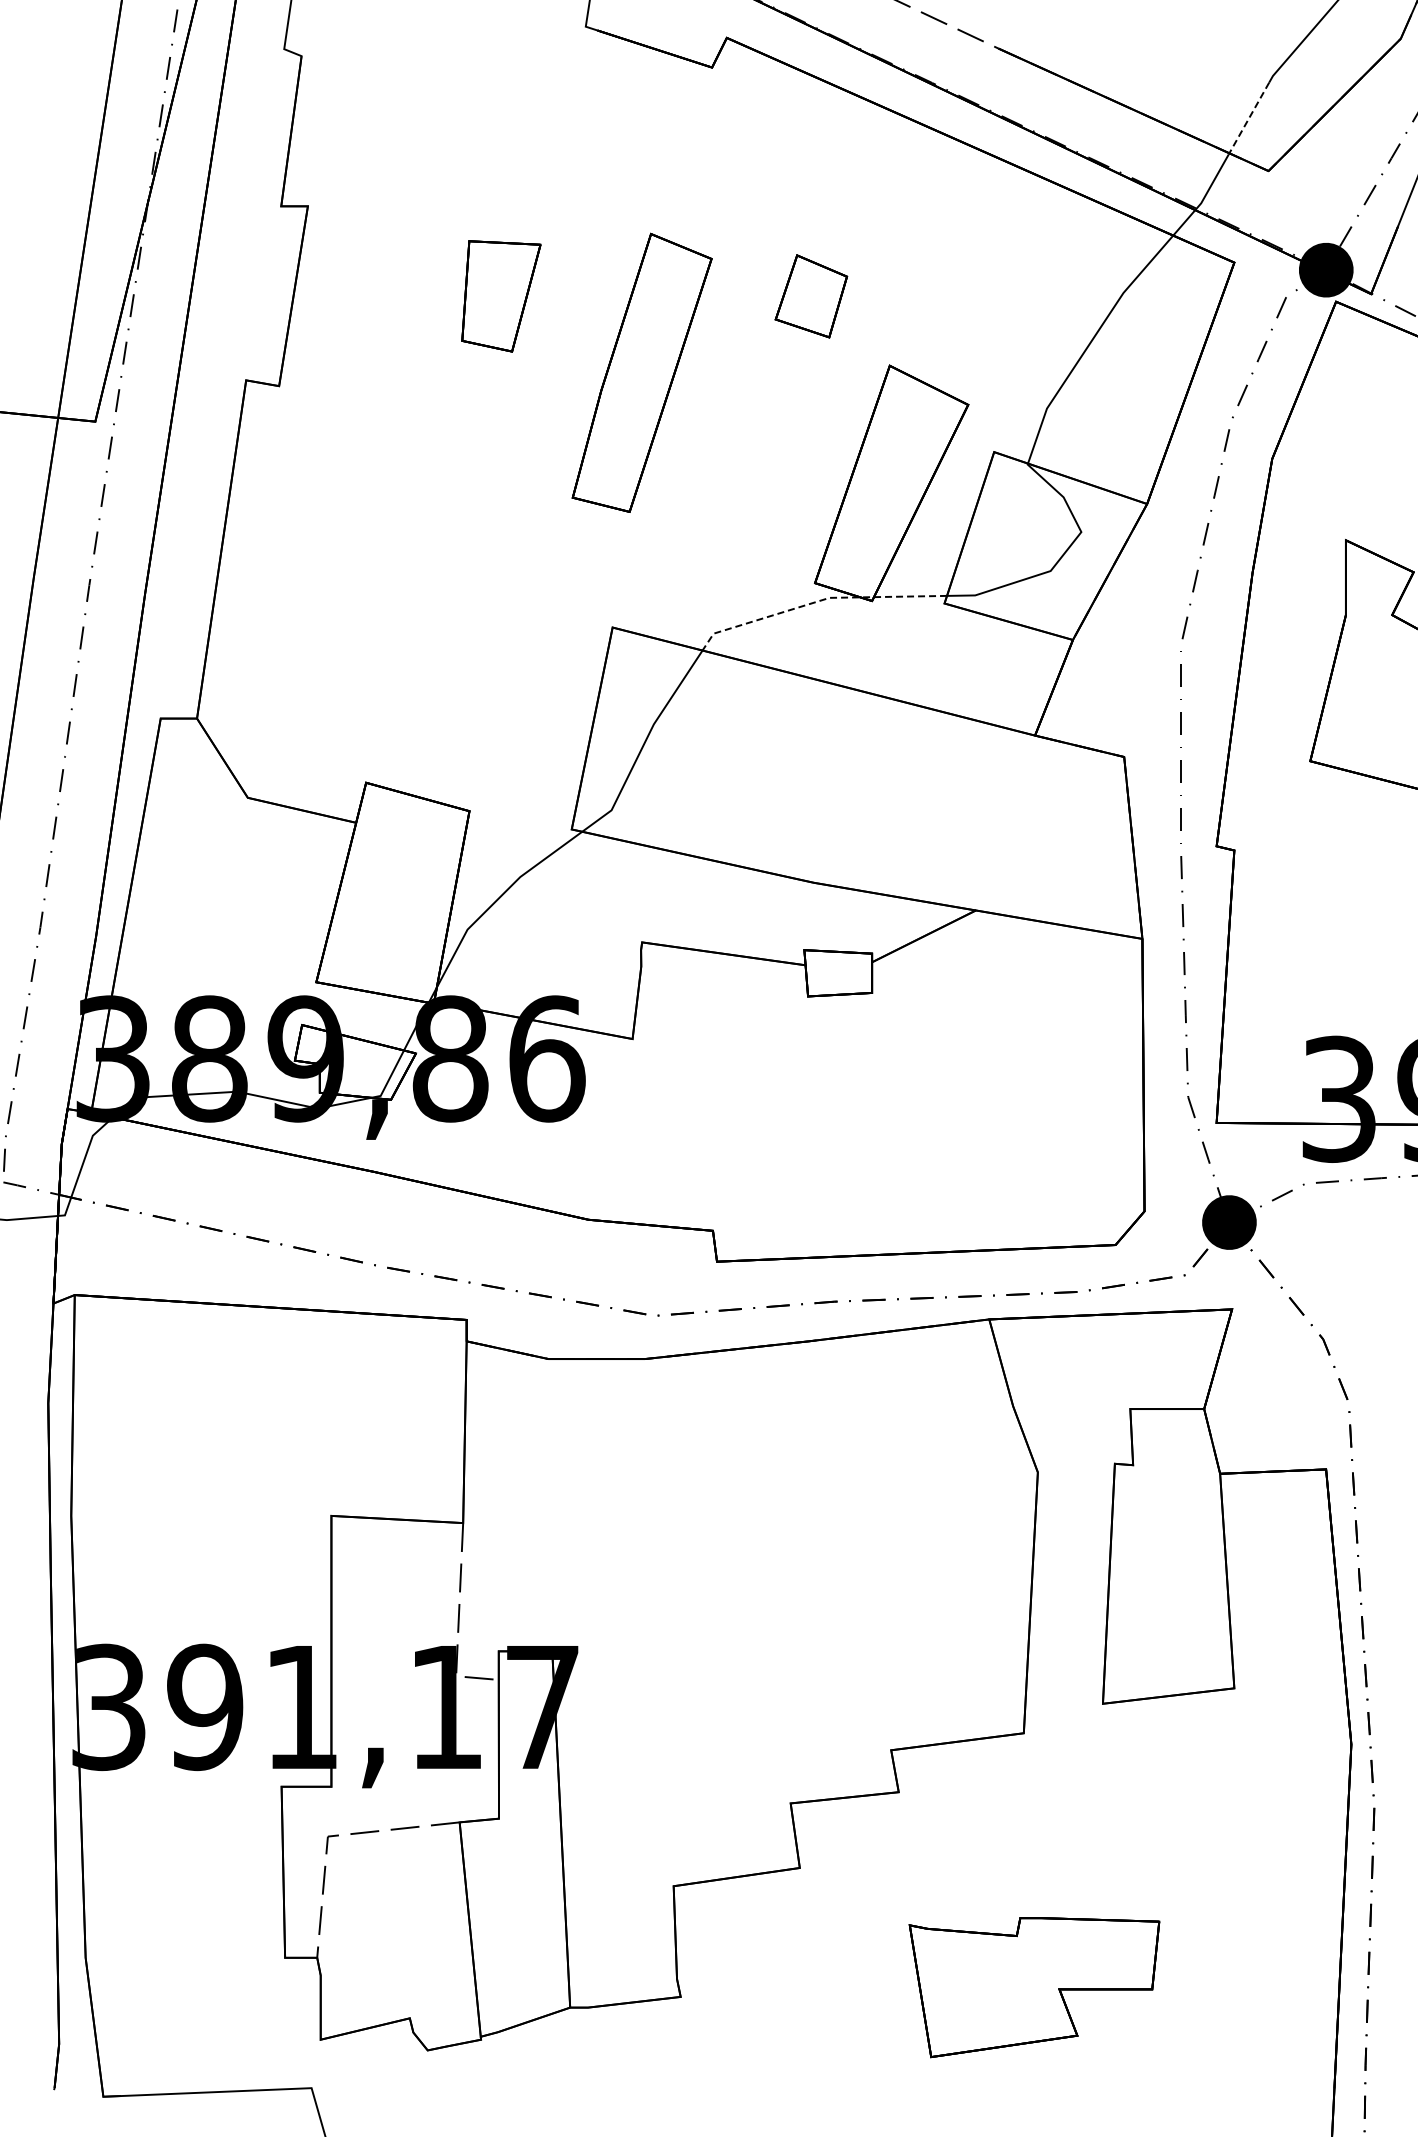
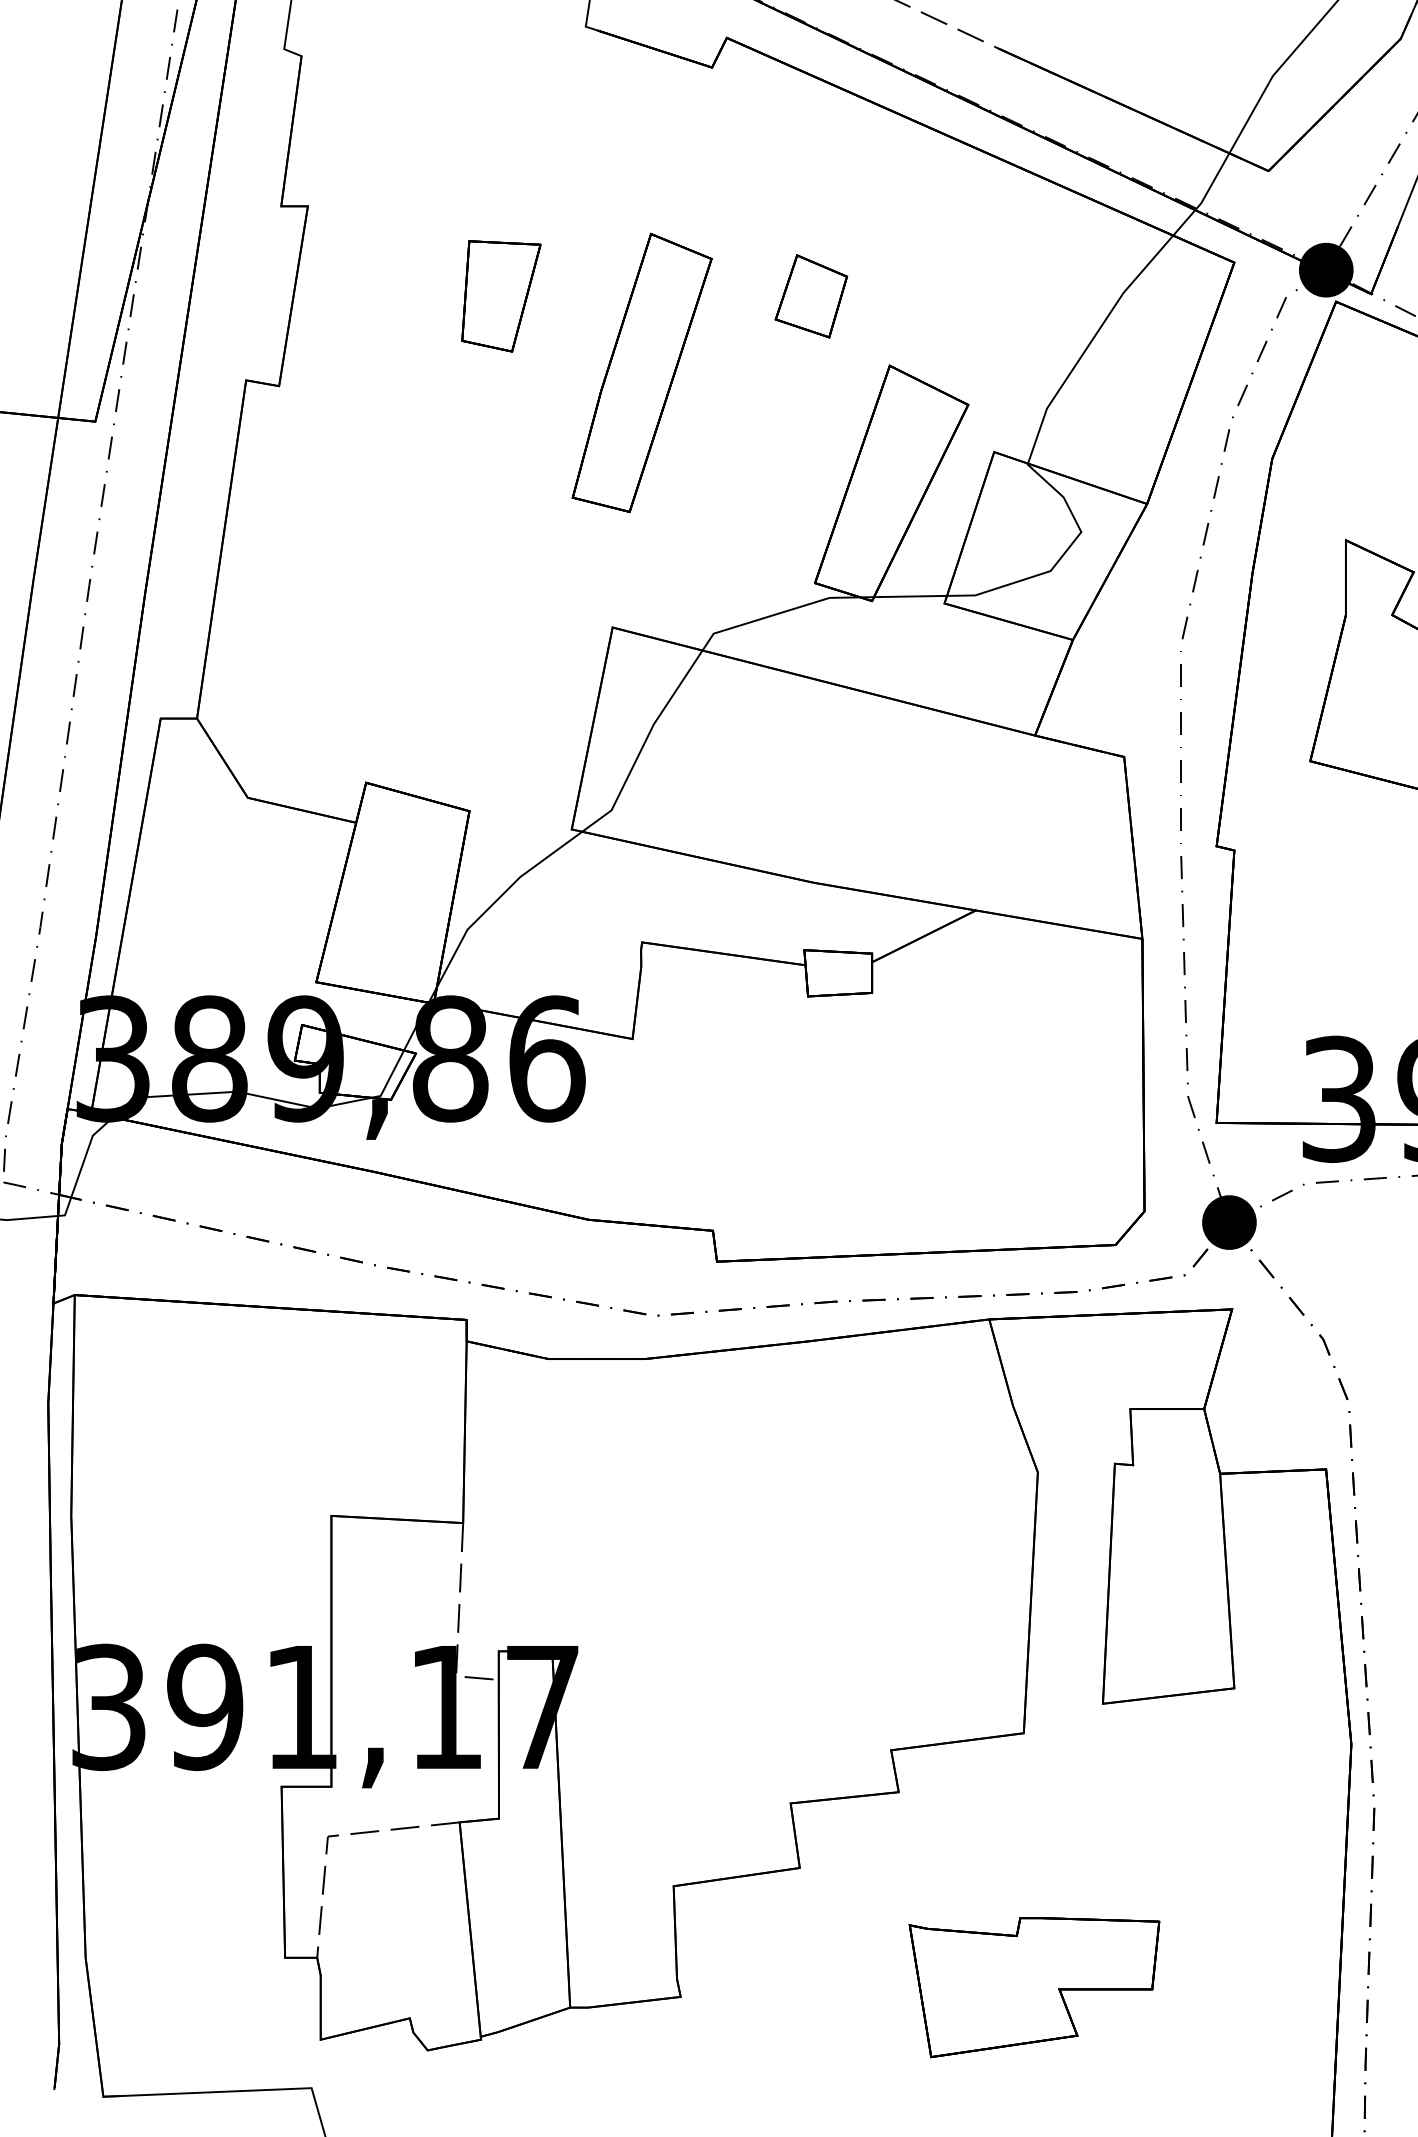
line at (1248, 119): dashed -> solid
line at (817, 601): dashed -> solid
